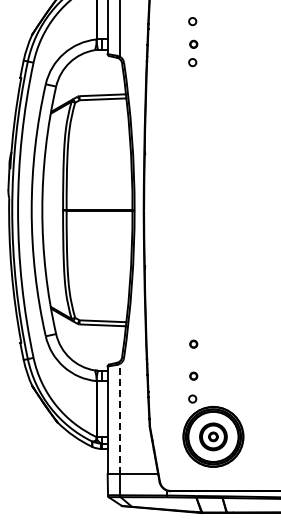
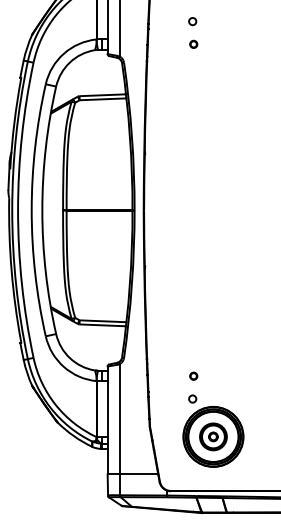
circle at (192, 62): present -> none
part at (193, 343): present -> none
line at (119, 418): dashed -> solid
